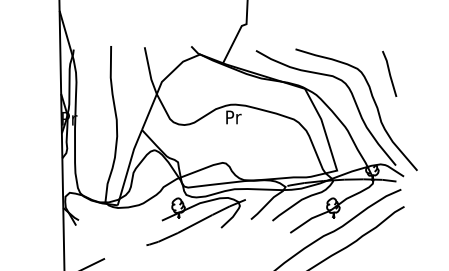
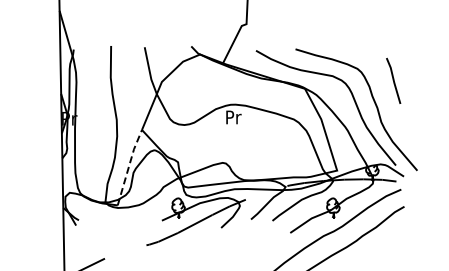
line at (389, 73) position: (389, 73) -> (393, 80)
line at (129, 166): solid -> dashed
